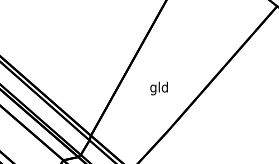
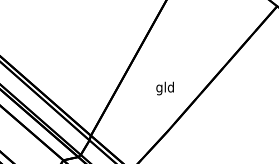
text at (158, 88) position: (158, 88) -> (164, 88)
